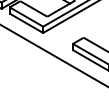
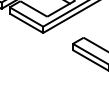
line at (53, 55): present -> none
